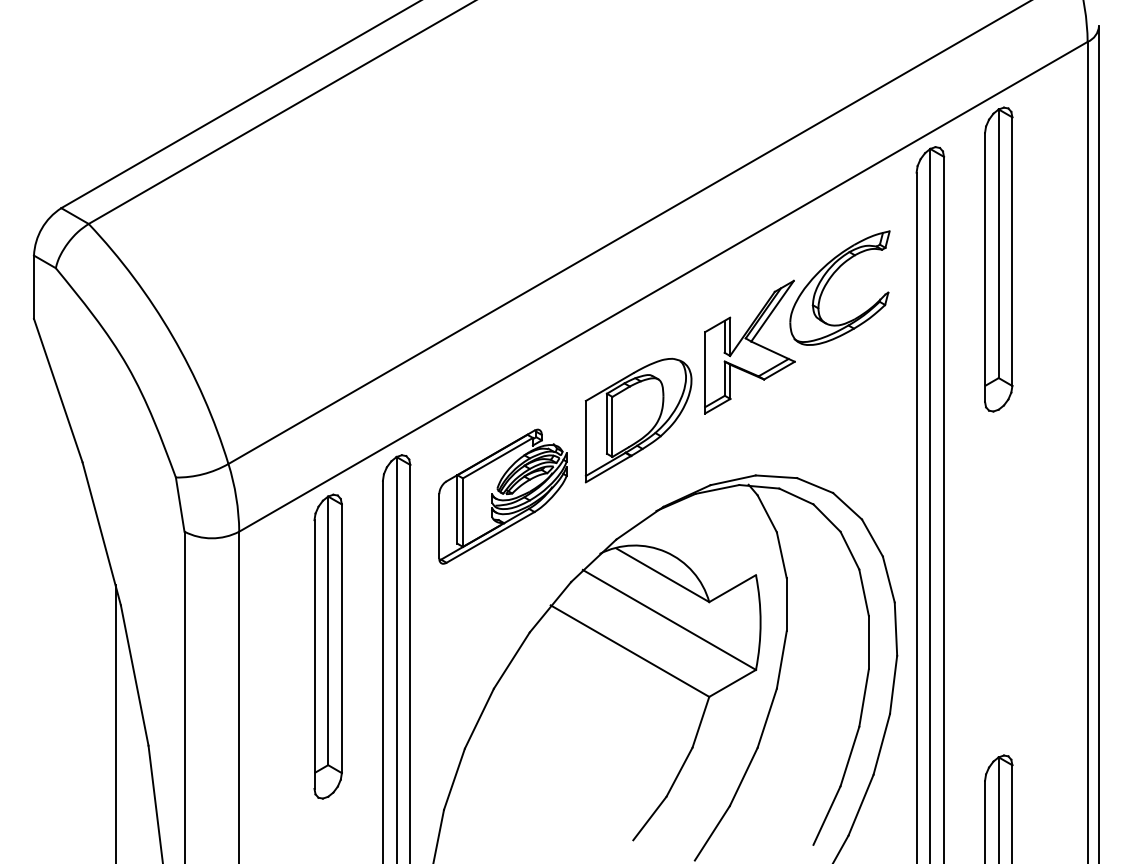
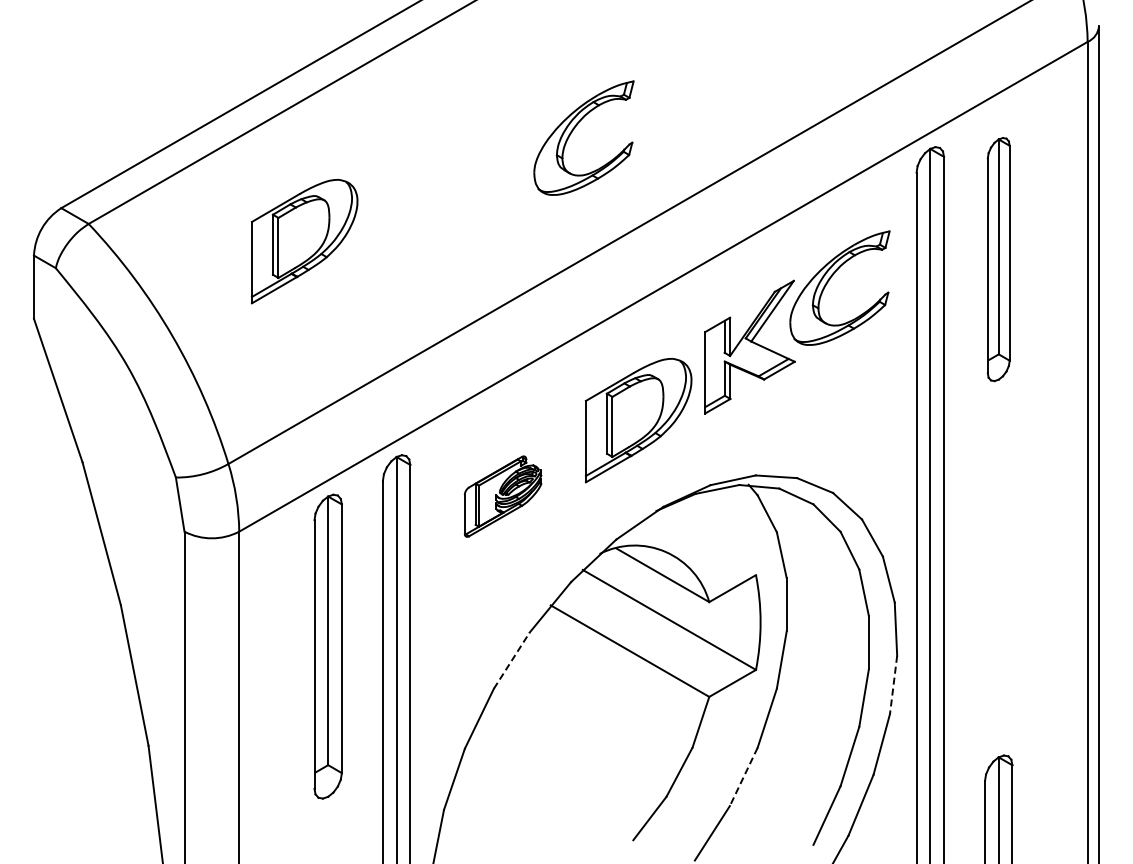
part at (574, 129): none -> present
part at (304, 241): none -> present
part at (998, 259) size: 30x307 px -> 25x246 px
part at (502, 496) size: 130x137 px -> 80x83 px
line at (512, 660): solid -> dashed
line at (893, 685): solid -> dashed
line at (116, 722): present -> none
line at (743, 777): solid -> dashed
